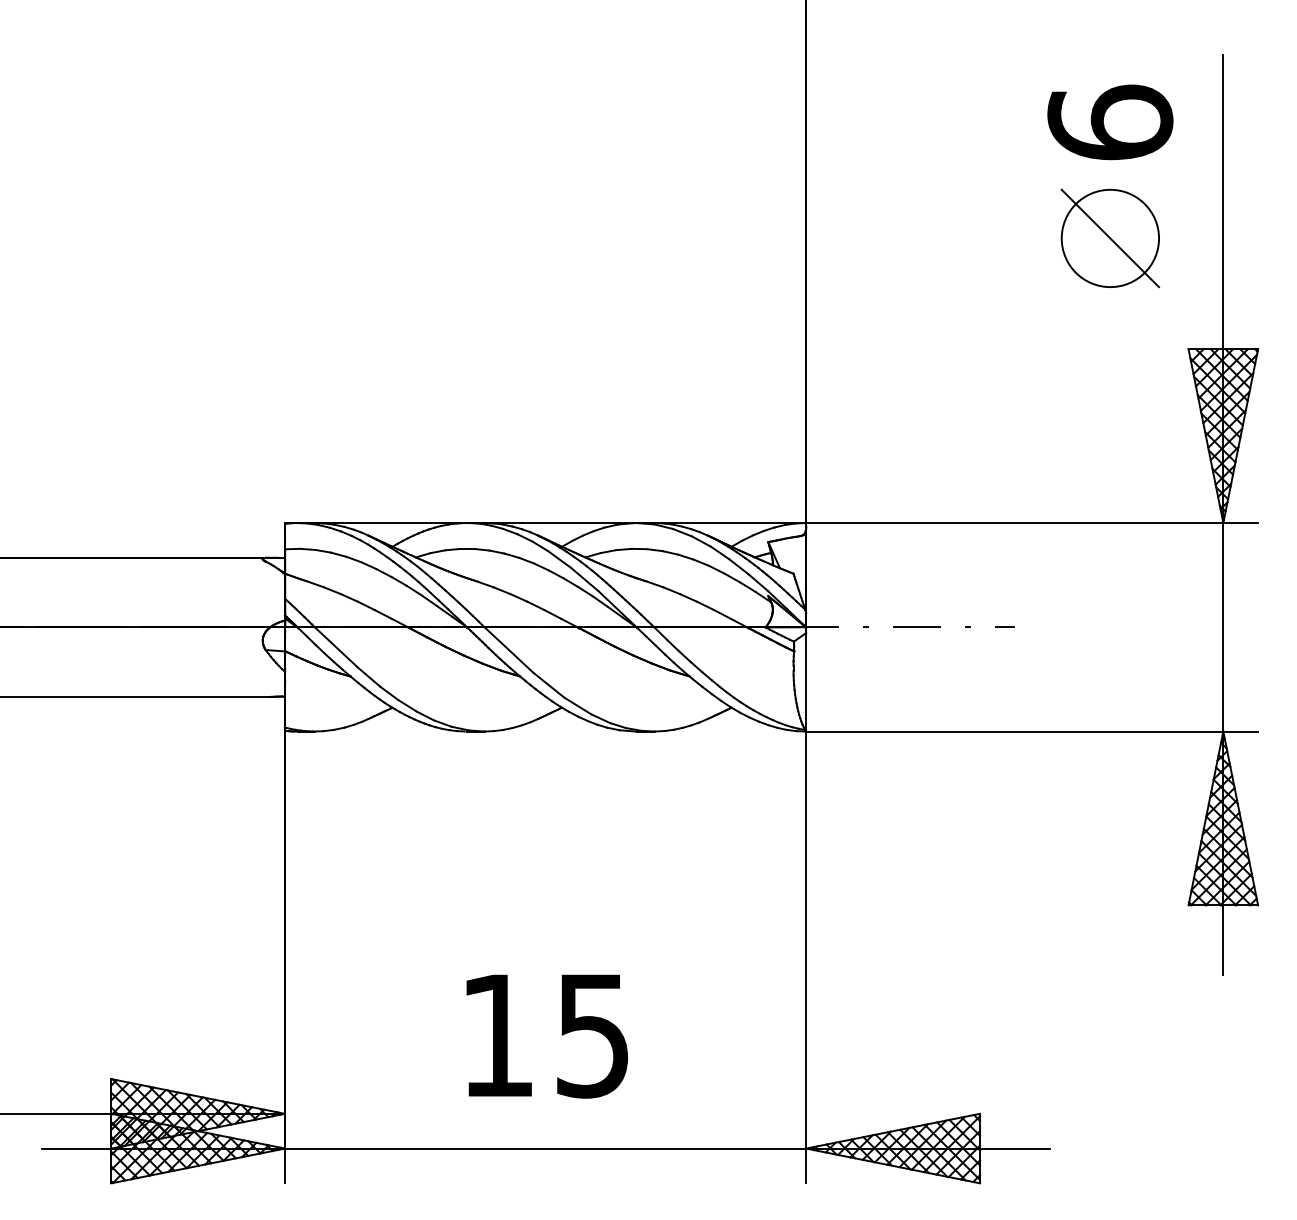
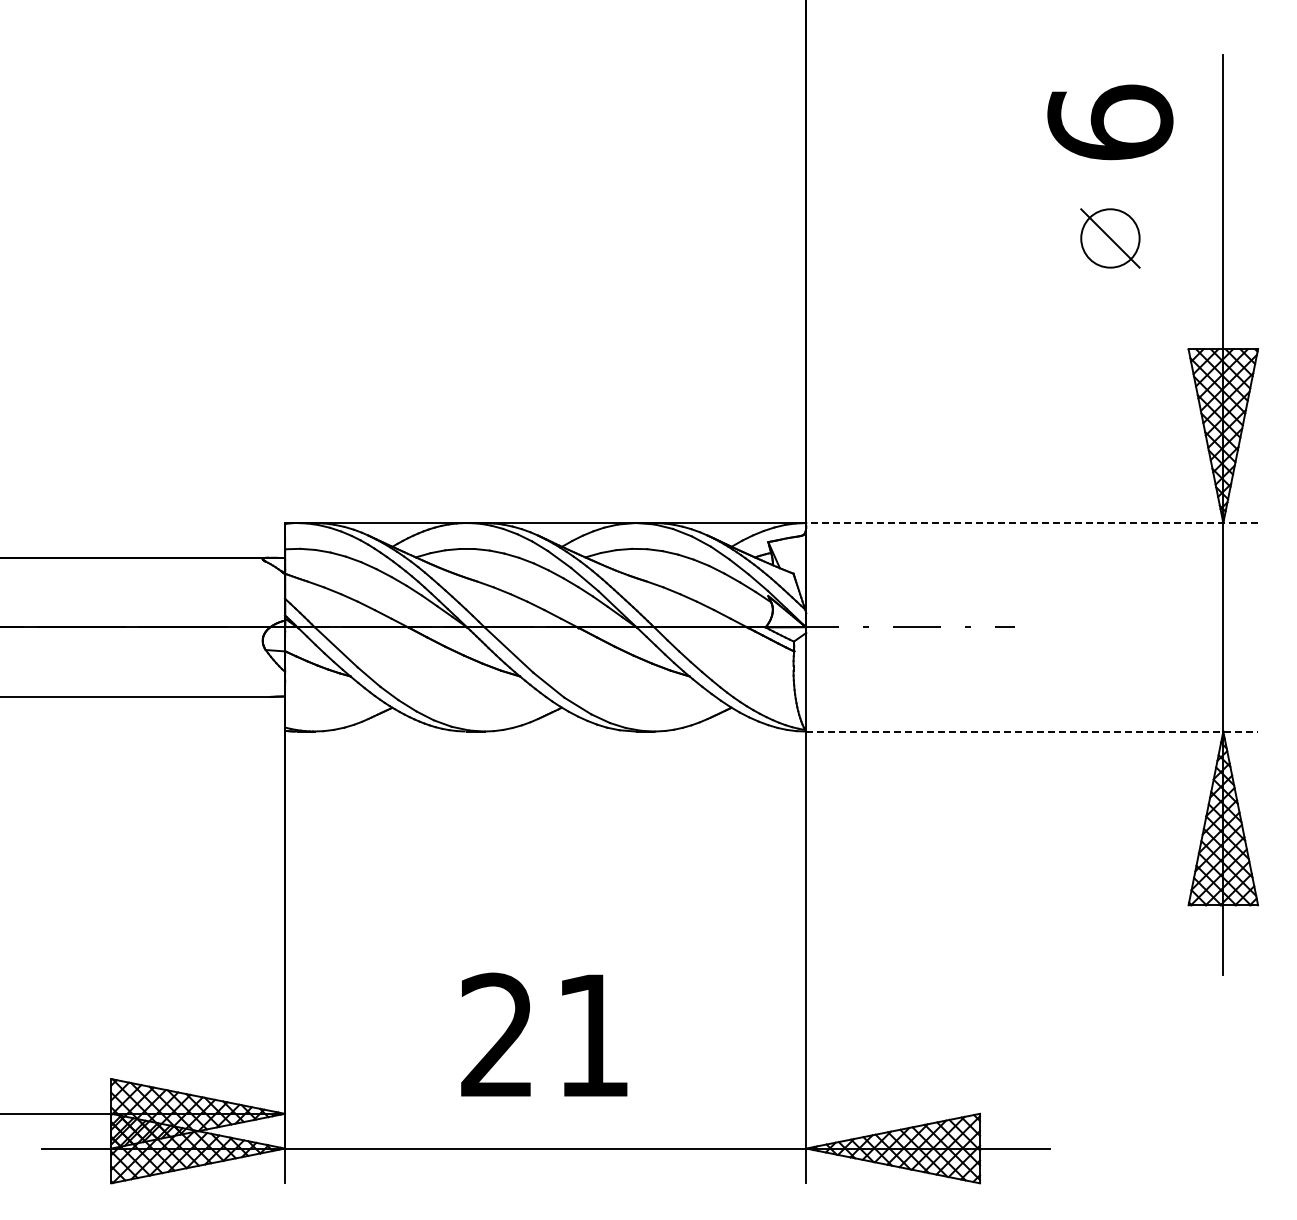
part at (1110, 238) size: 101x101 px -> 61x61 px
line at (1032, 523): solid -> dashed
line at (1032, 731): solid -> dashed
text at (544, 1035): 15 -> 21
